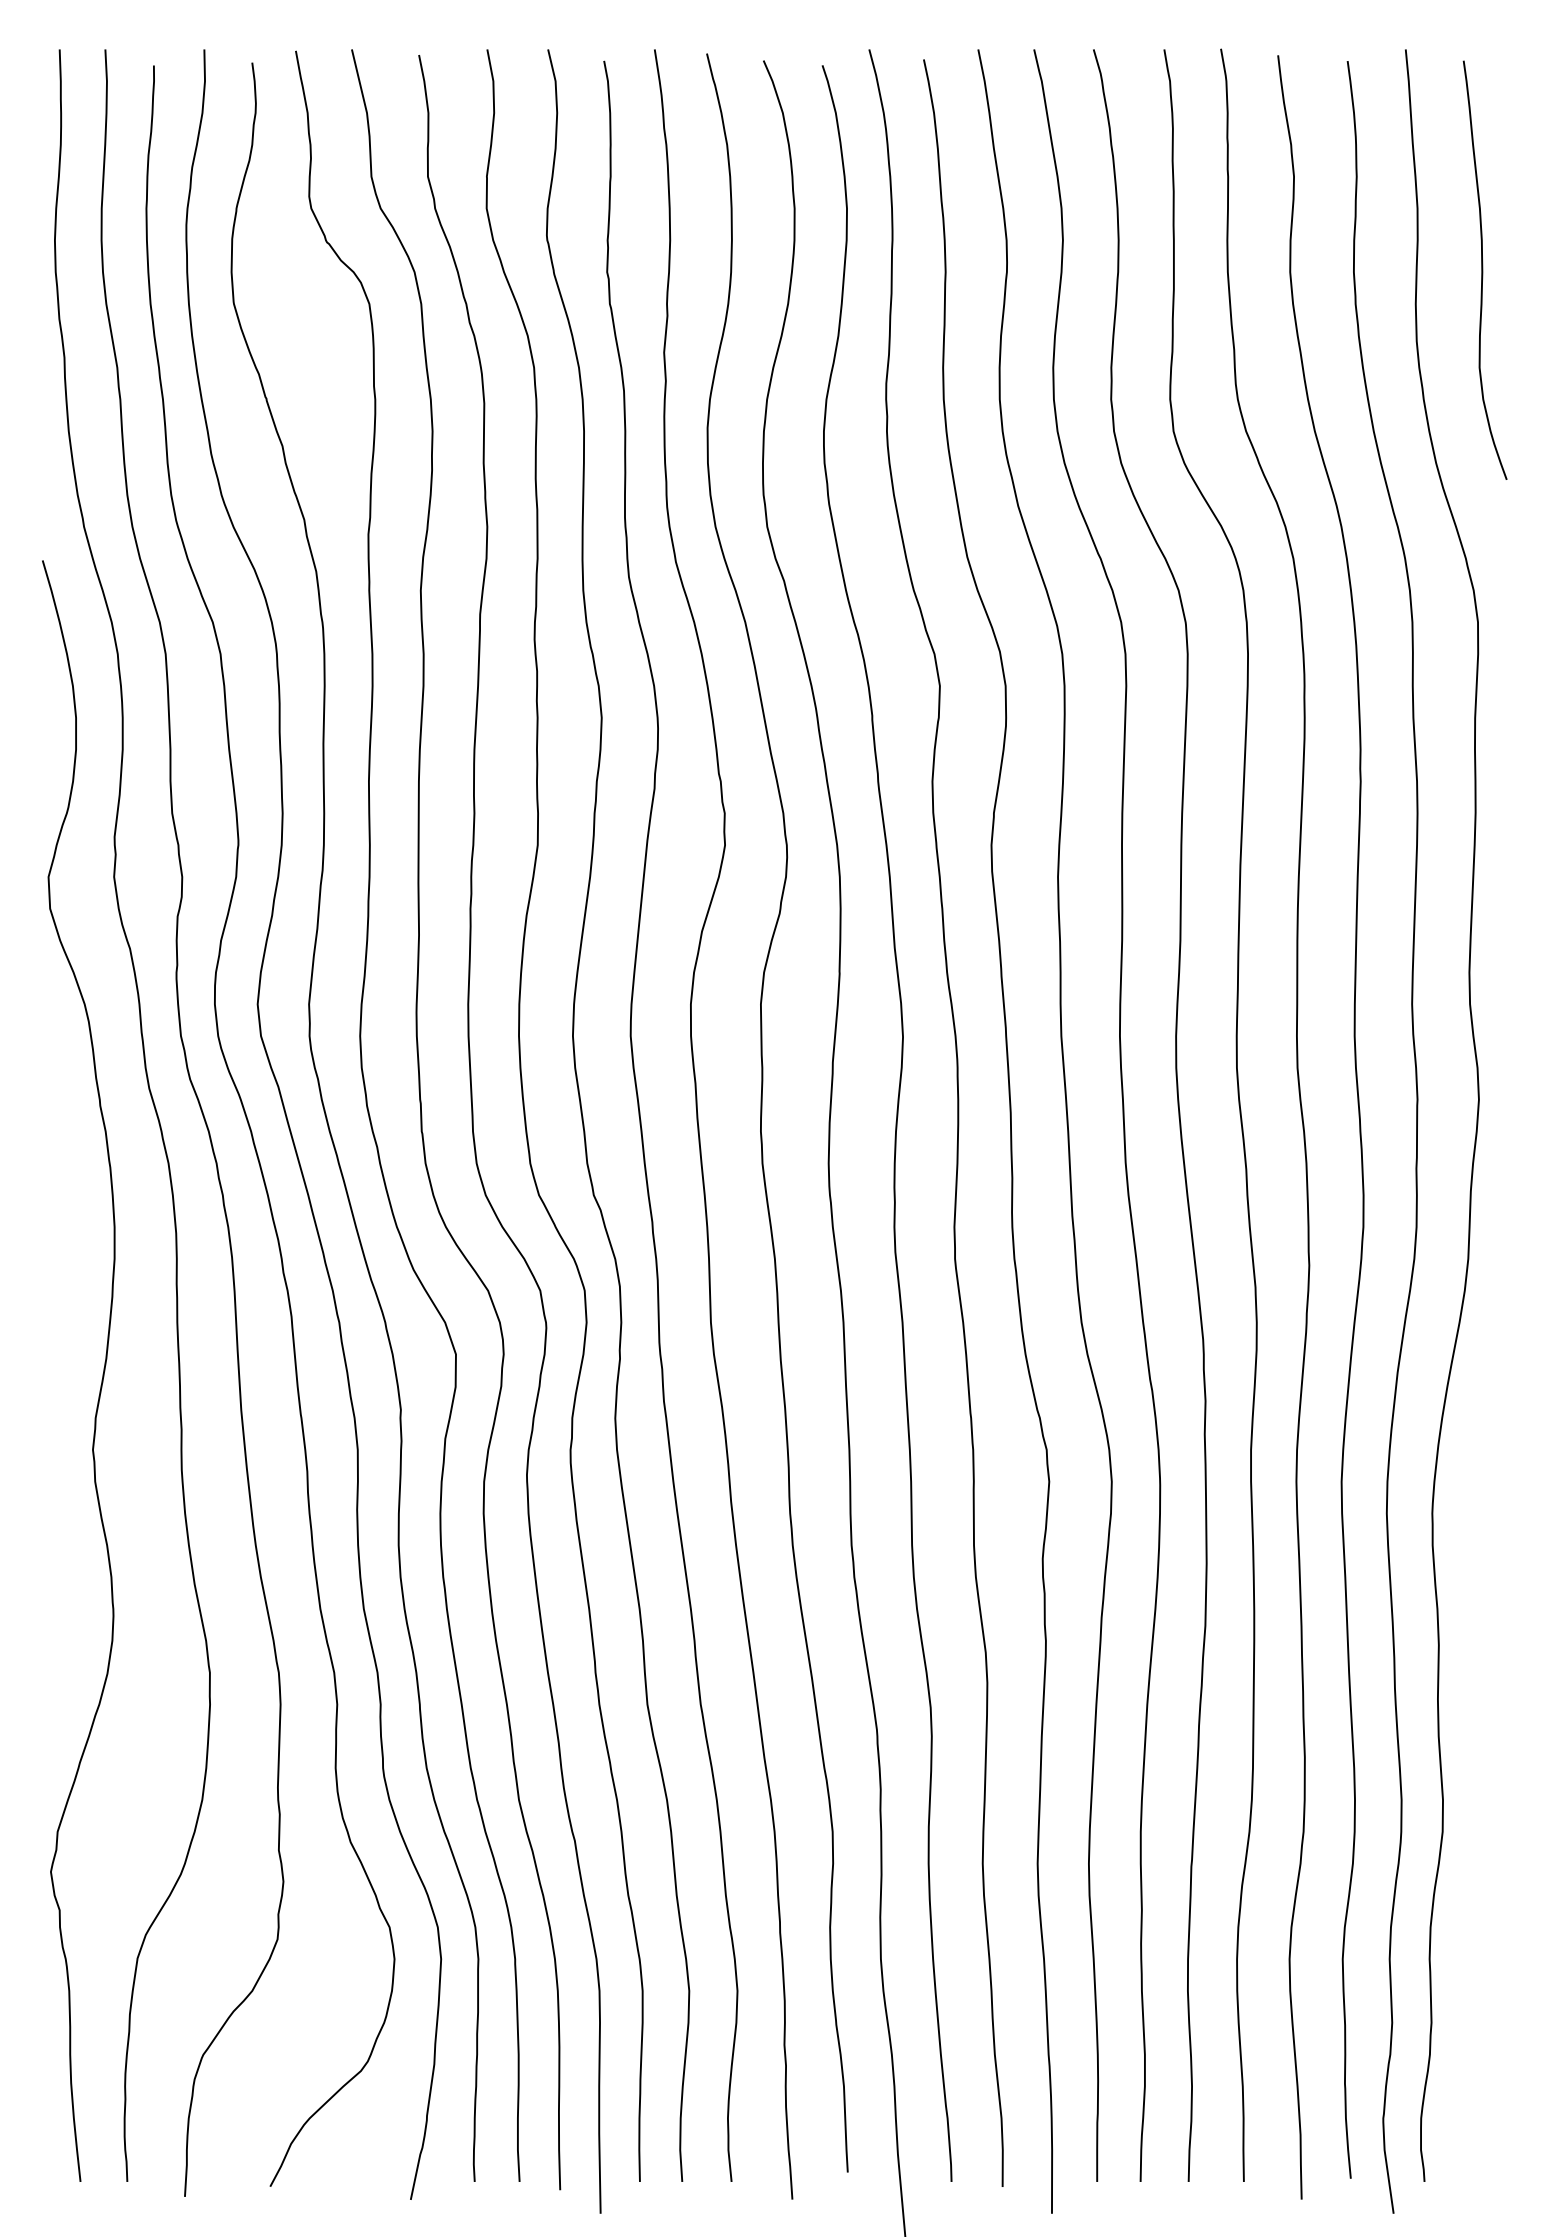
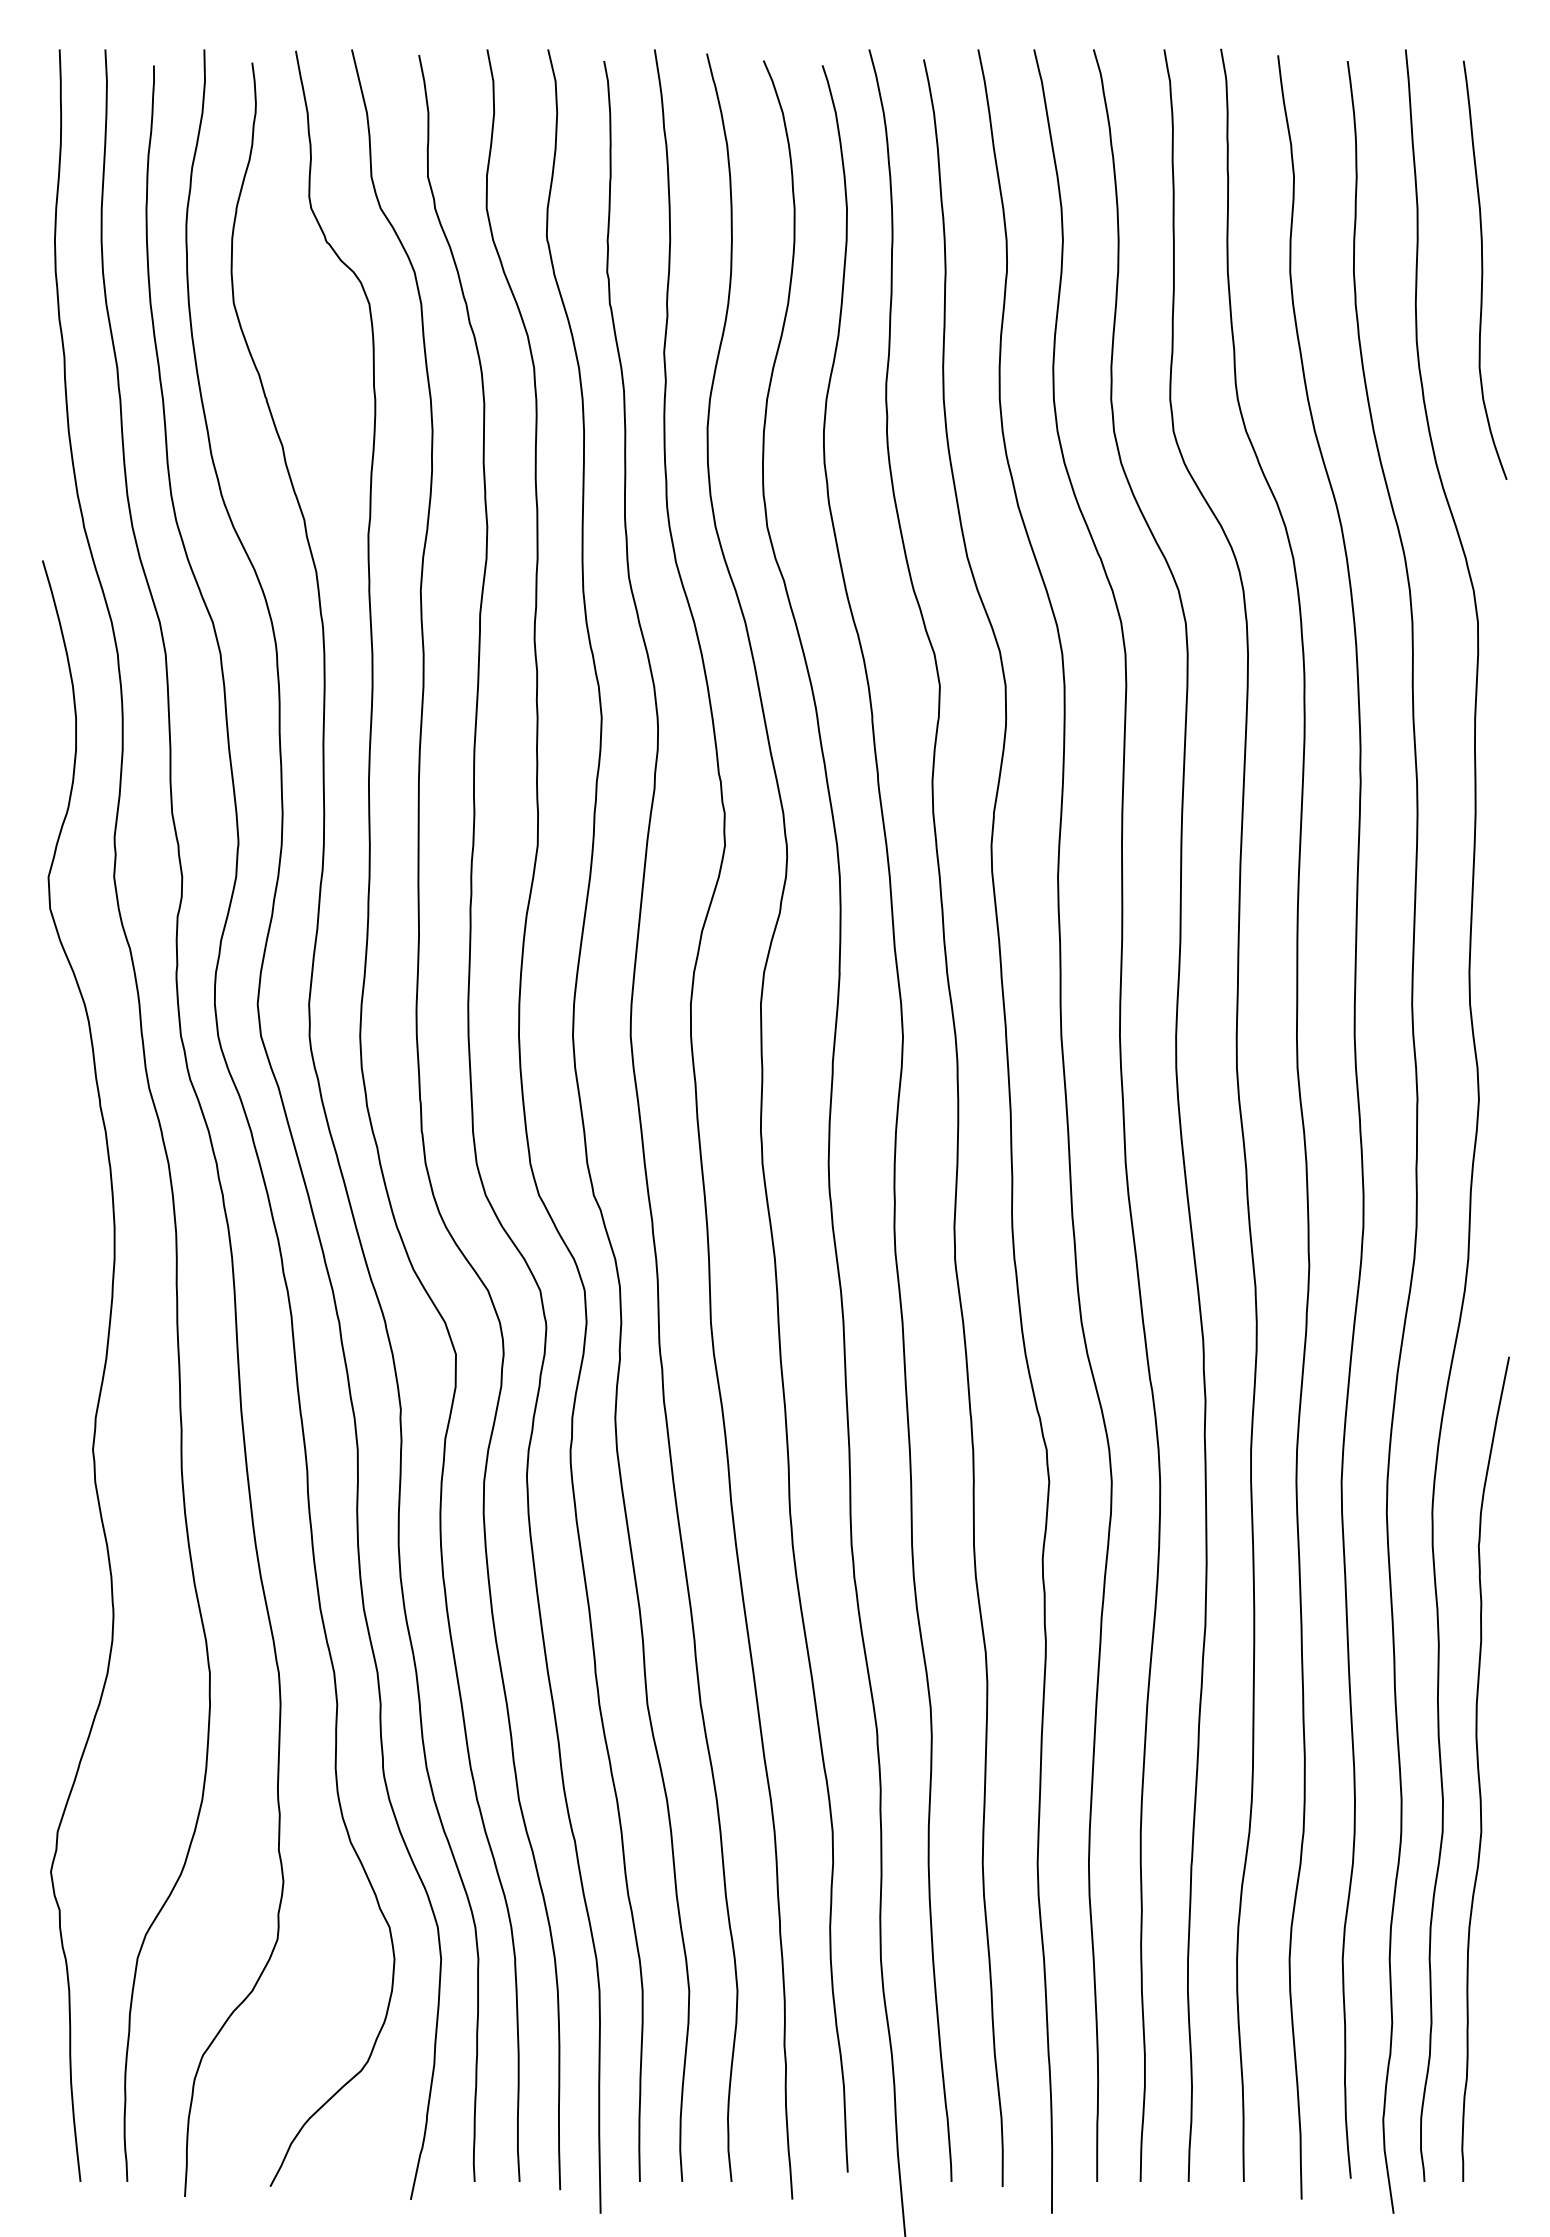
curve at (1479, 1768): none -> present
